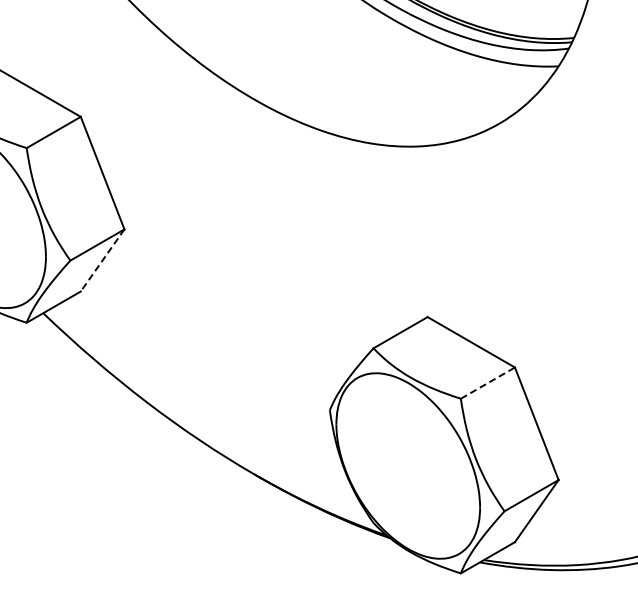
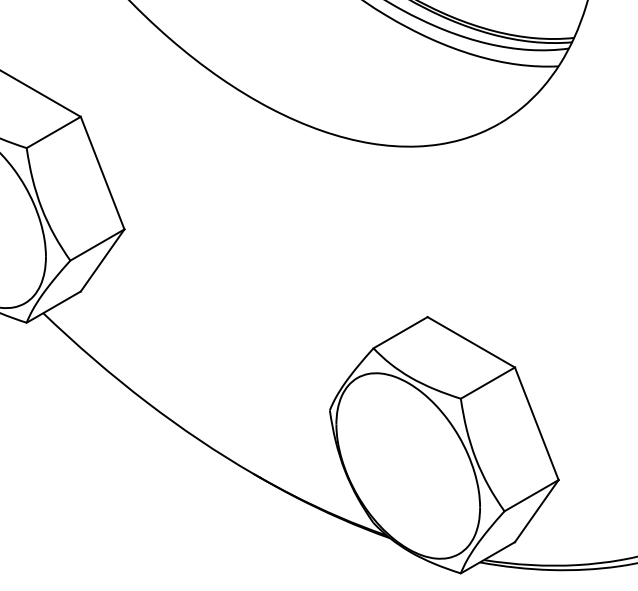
line at (102, 260): dashed -> solid
line at (488, 382): dashed -> solid
